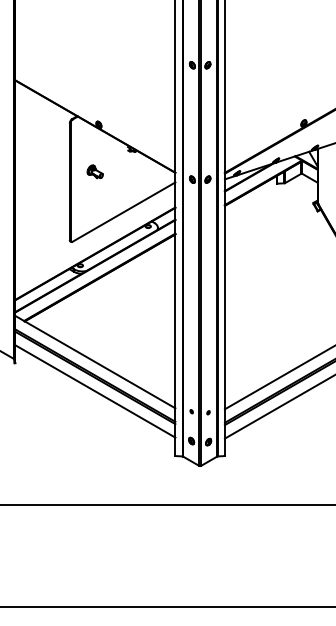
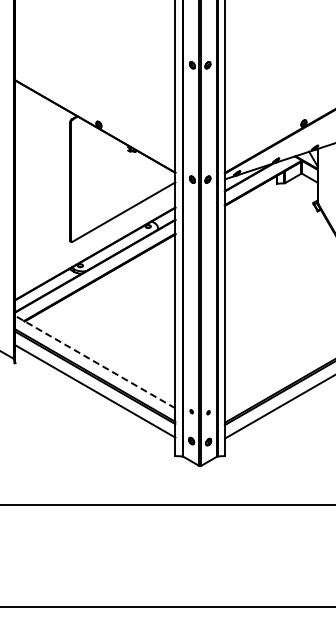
part at (94, 171): present -> none
line at (95, 361): solid -> dashed
line at (278, 378): present -> none
